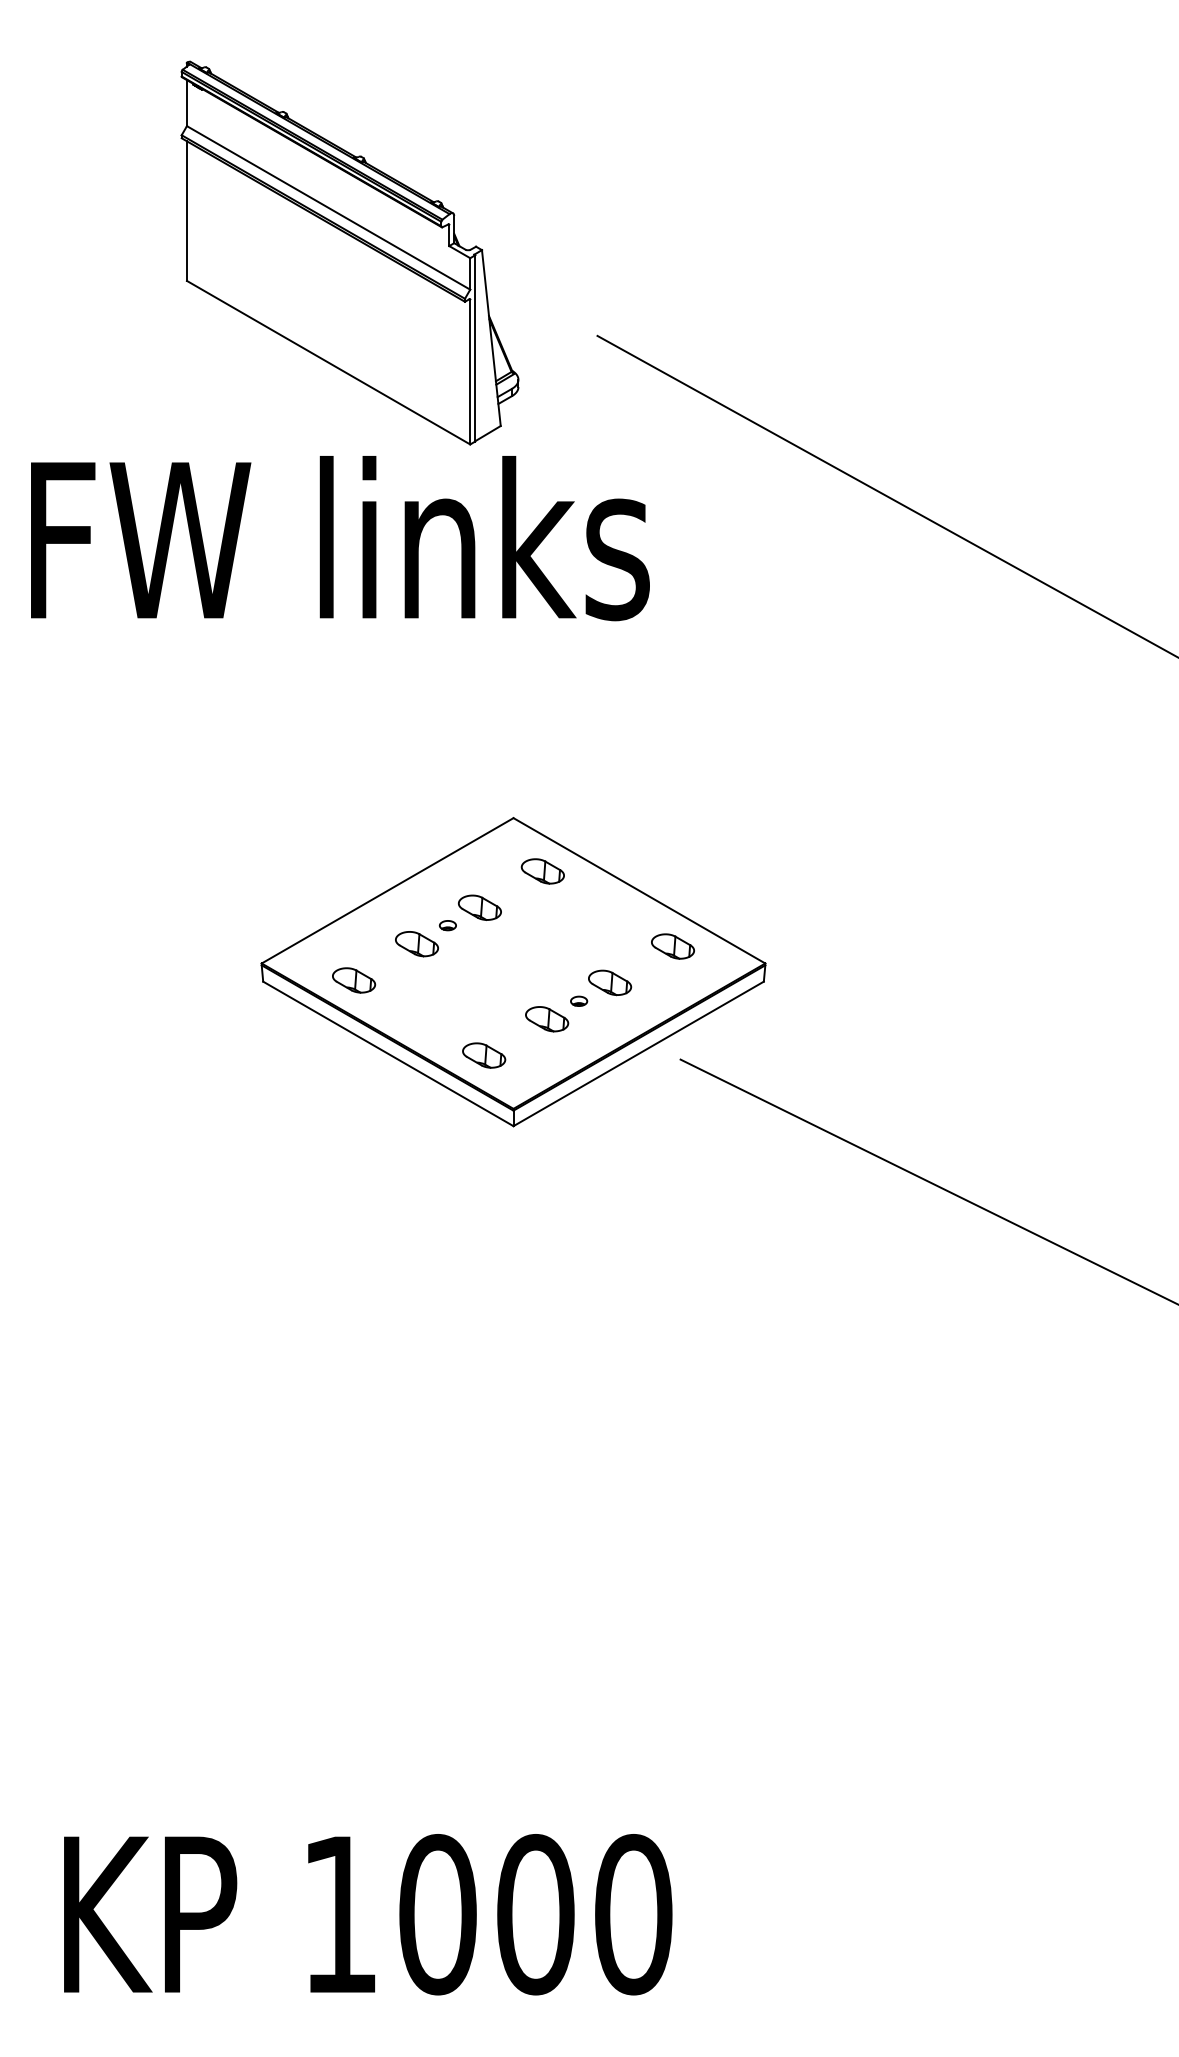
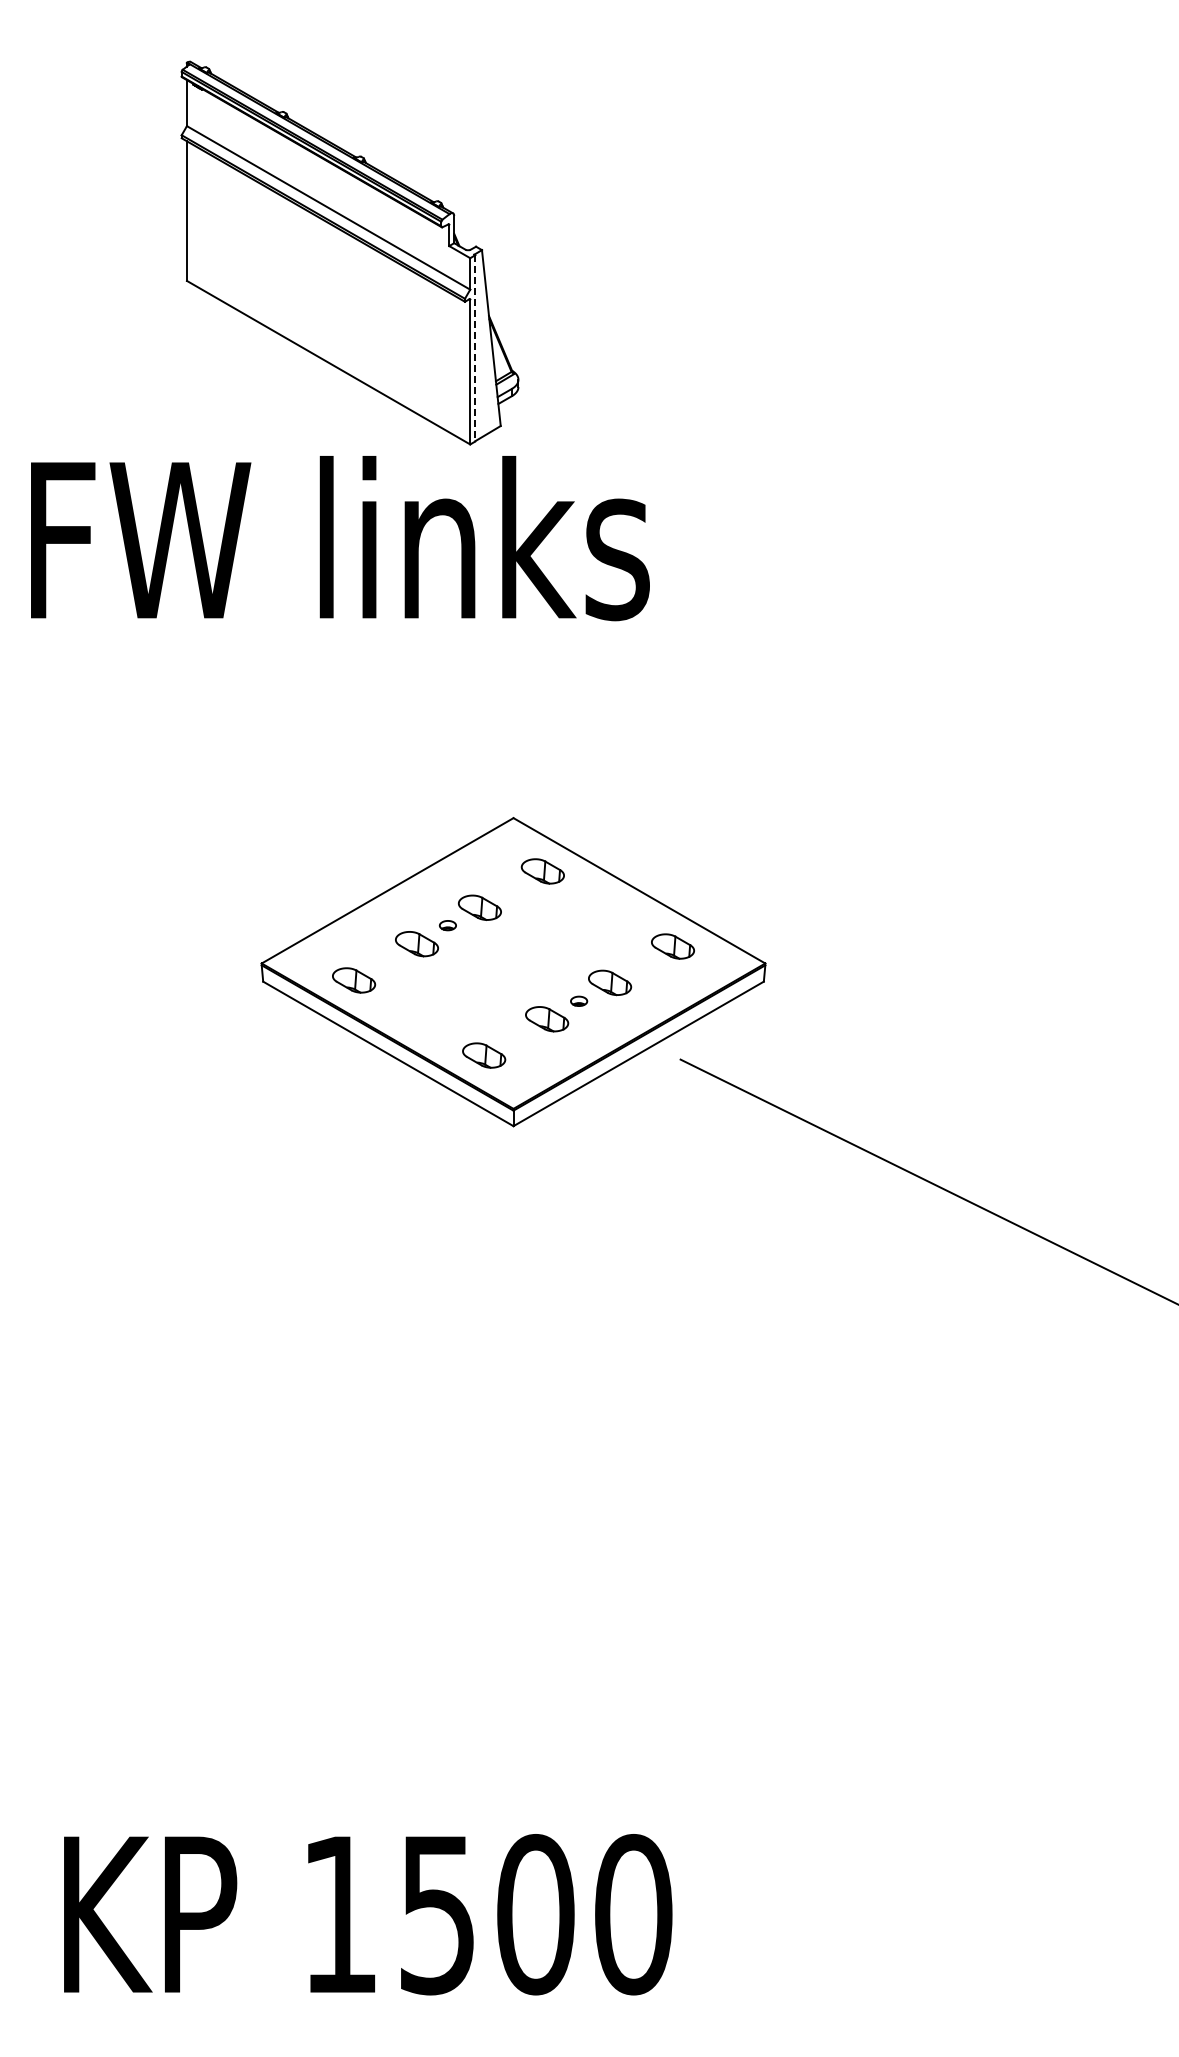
line at (475, 348): solid -> dashed
line at (886, 495): present -> none
text at (437, 1914): 1000 -> 1500
